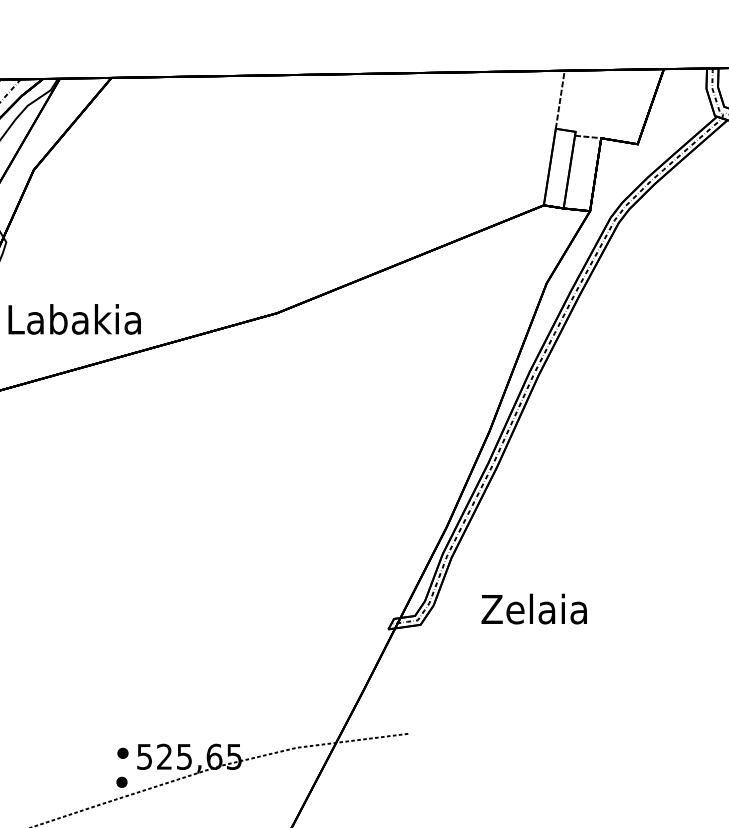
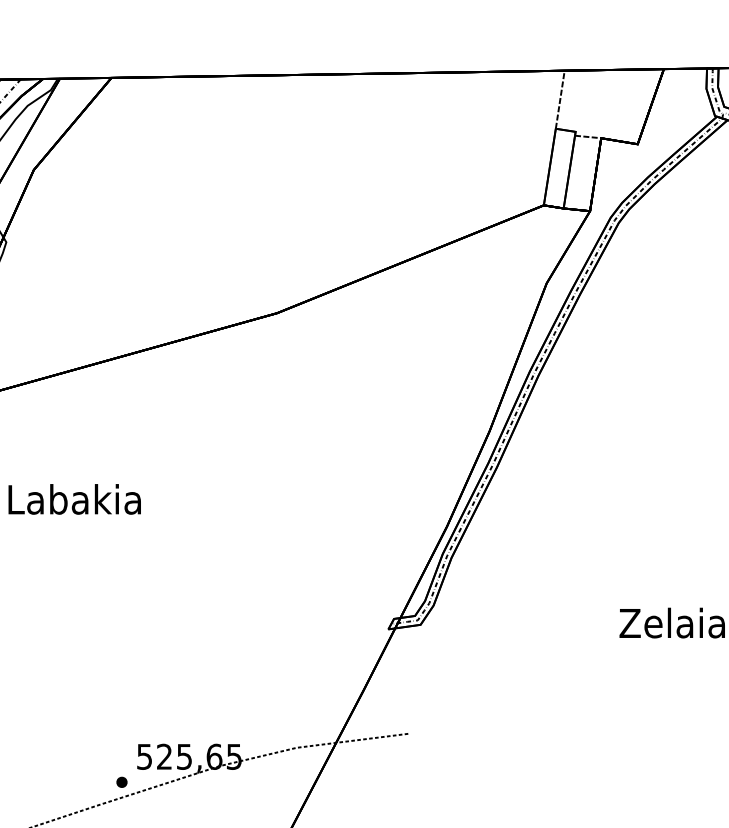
text at (74, 319) position: (74, 319) -> (74, 499)
text at (533, 608) position: (533, 608) -> (671, 622)
part at (122, 752): present -> none
